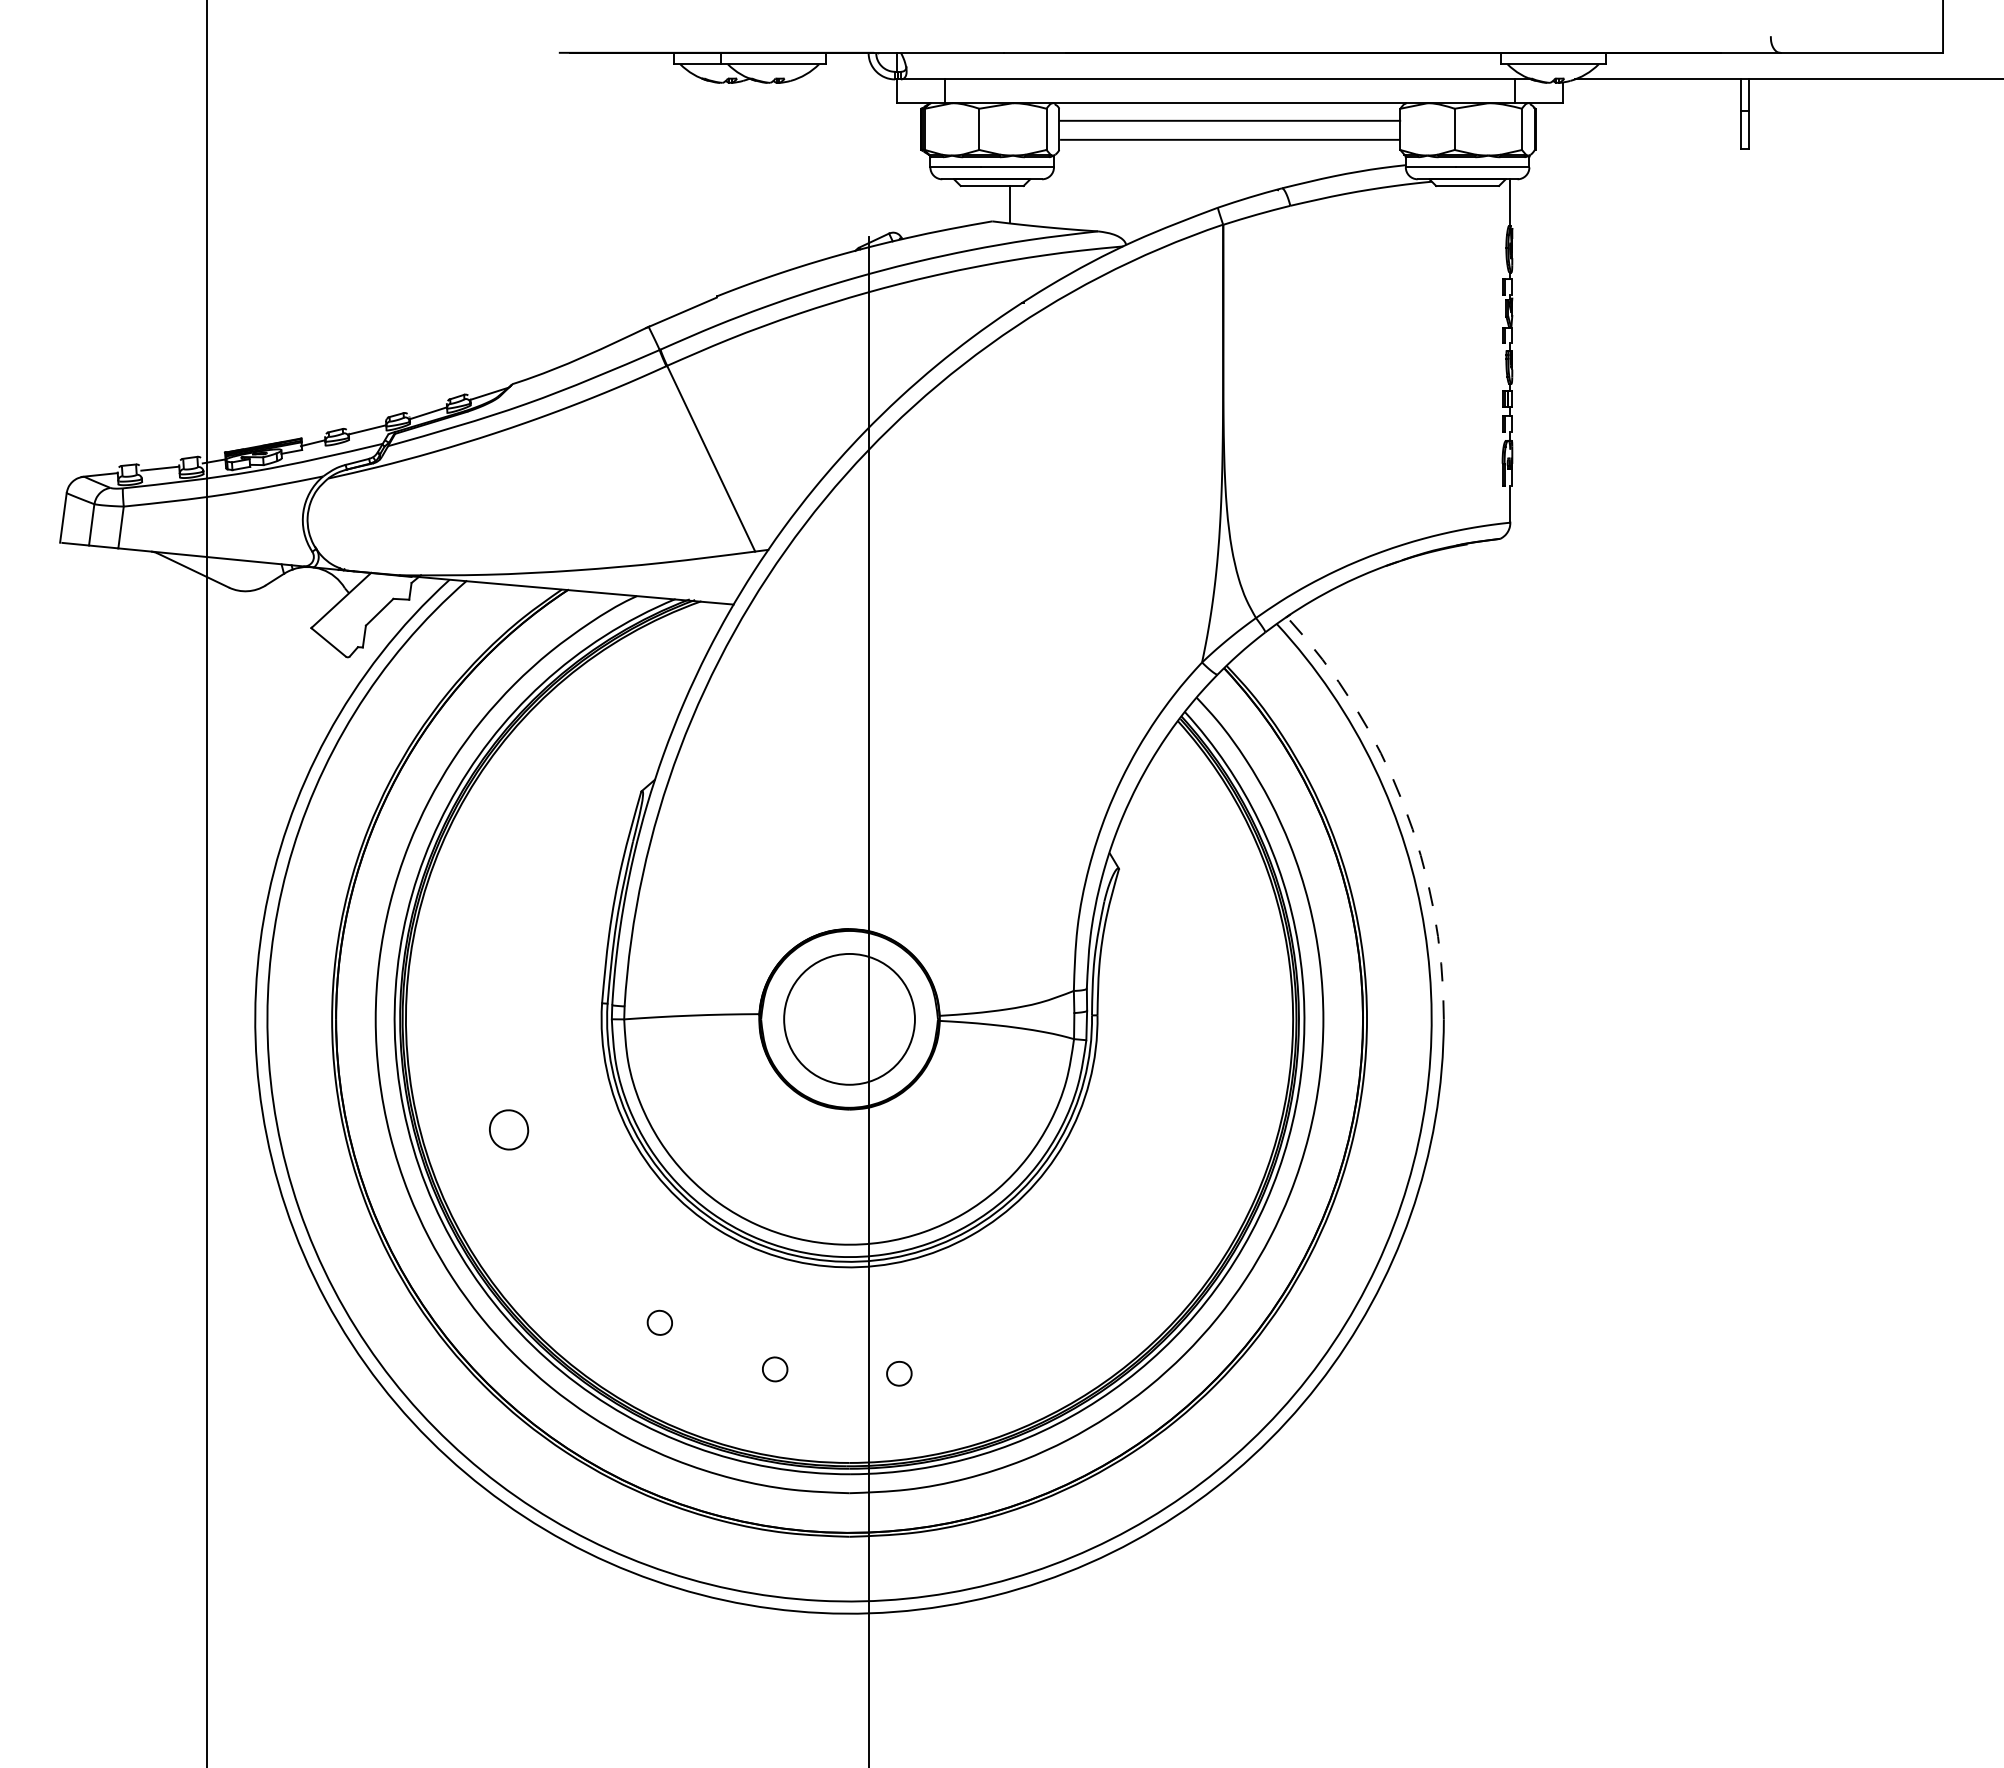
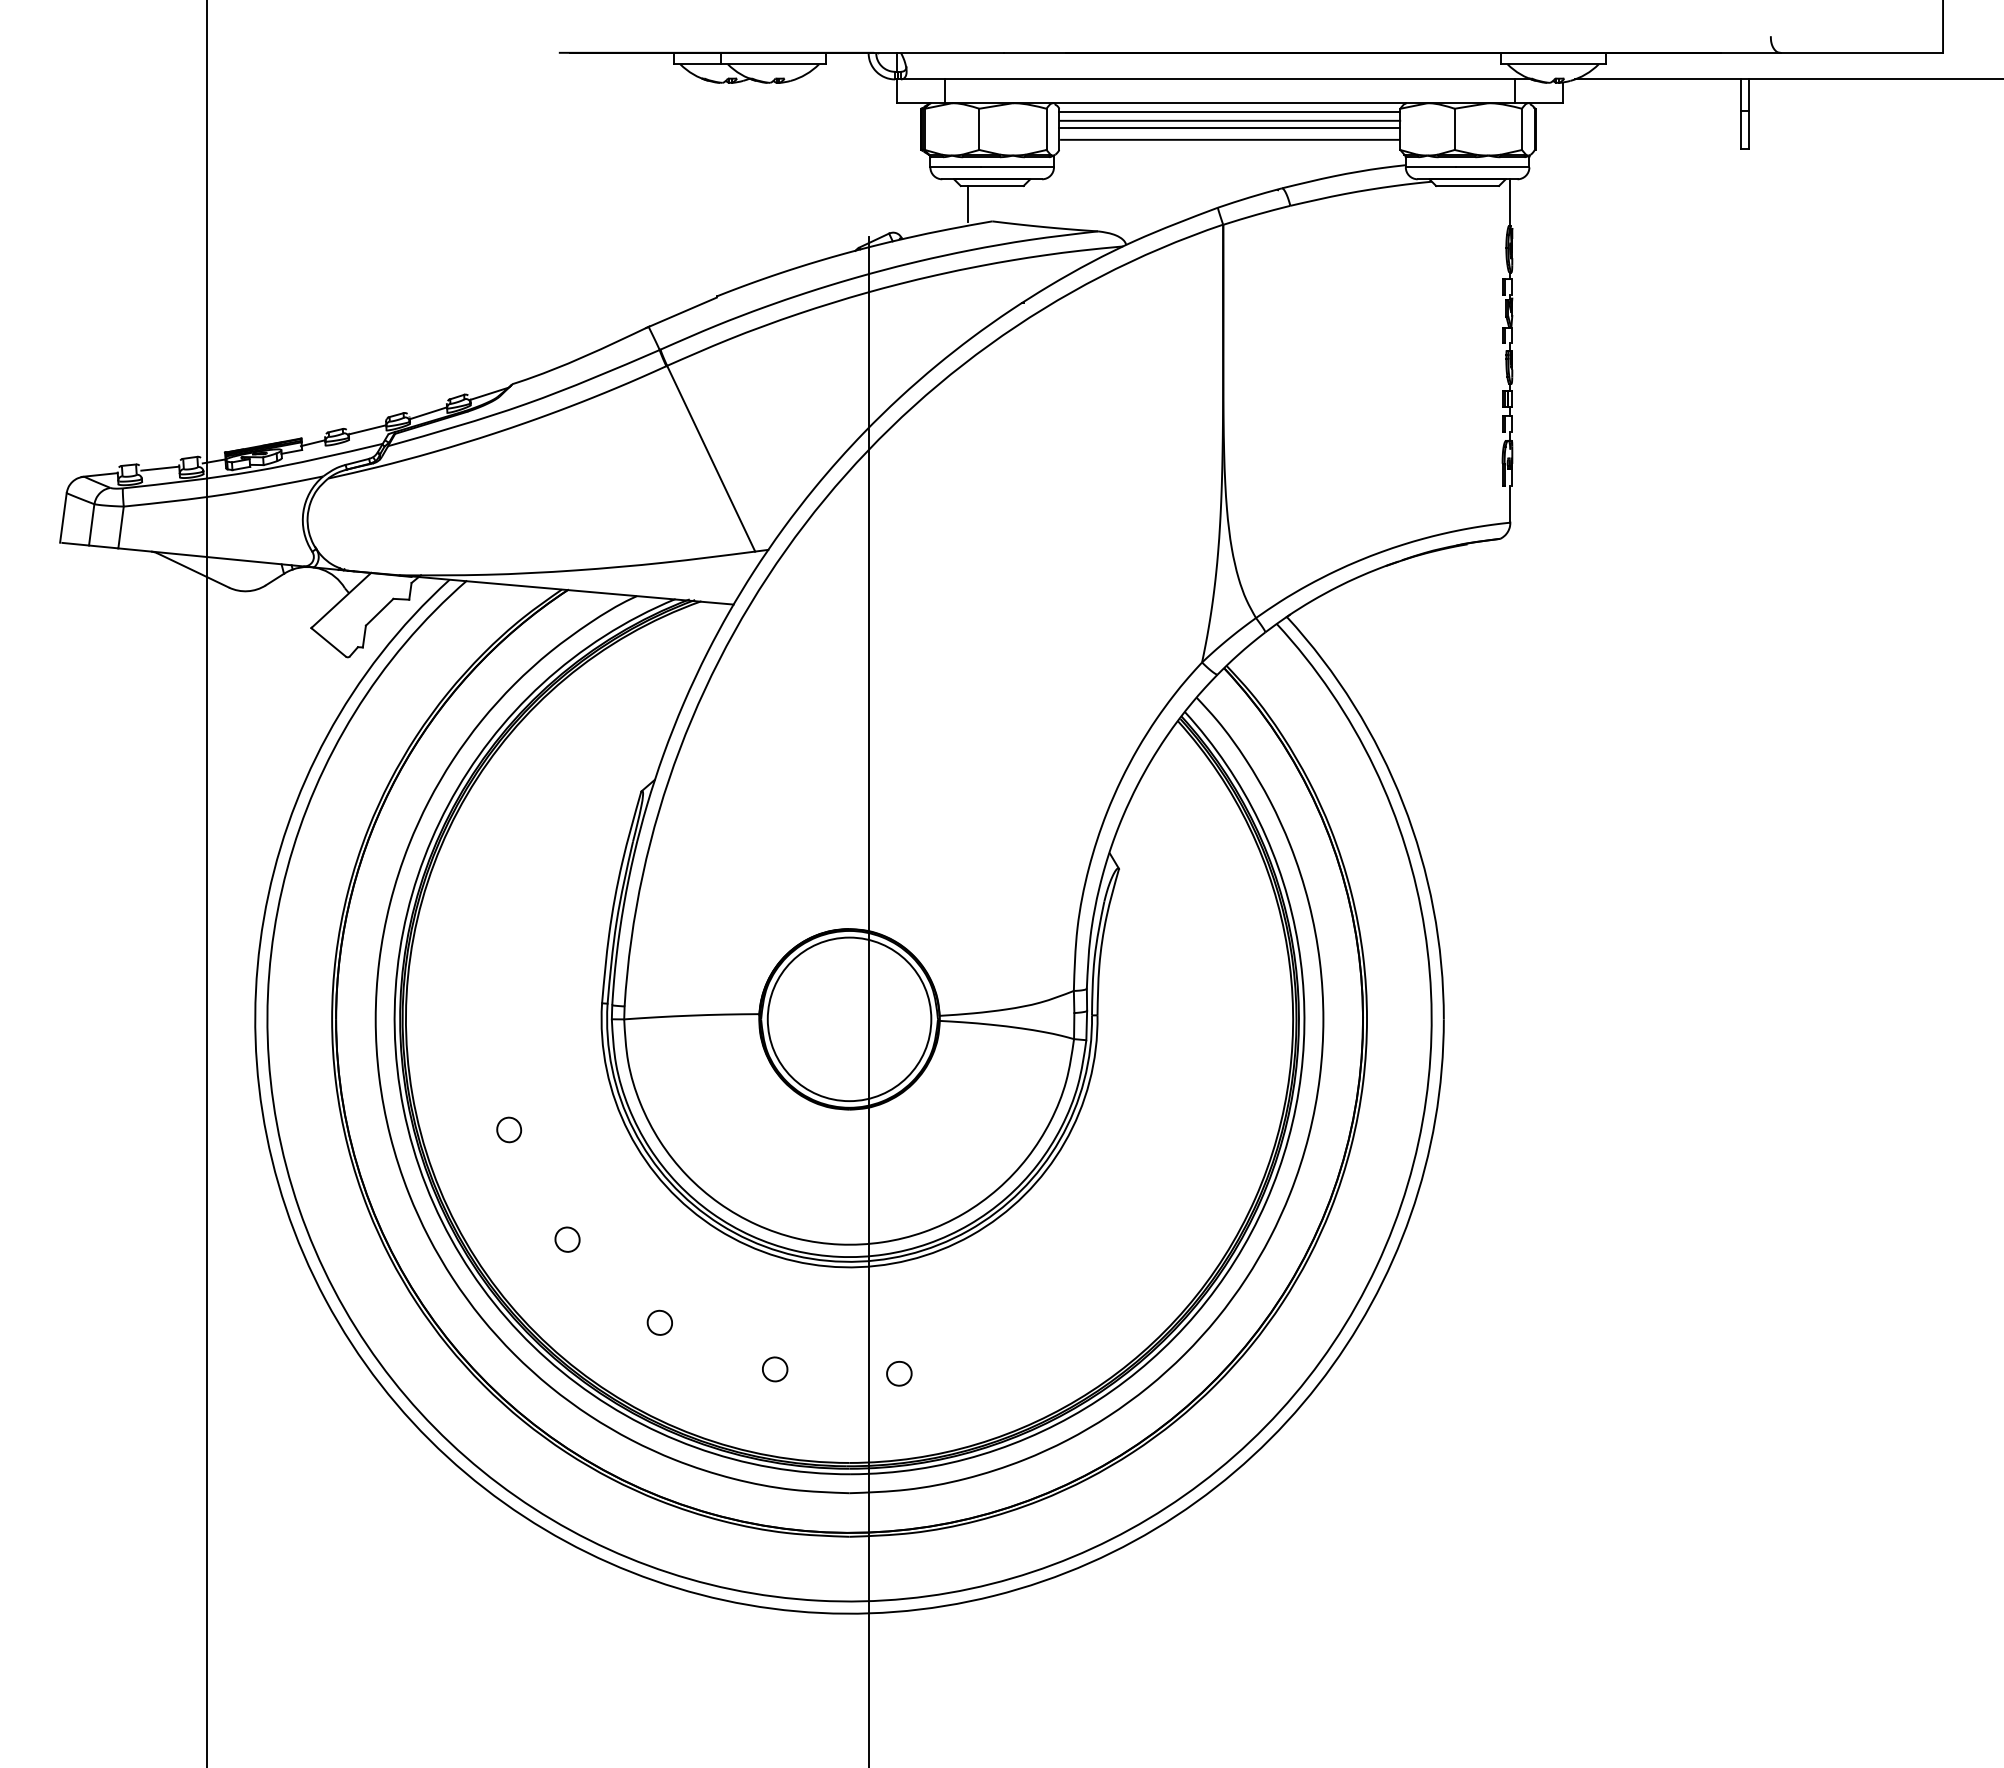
line at (1229, 111): none -> present
line at (1229, 127): none -> present
line at (1010, 203) position: (1010, 203) -> (968, 203)
arc at (1403, 803): dashed -> solid
circle at (849, 1018) diameter: 131 px -> 164 px
part at (509, 1129) size: 41x42 px -> 27x28 px
part at (567, 1239): none -> present
